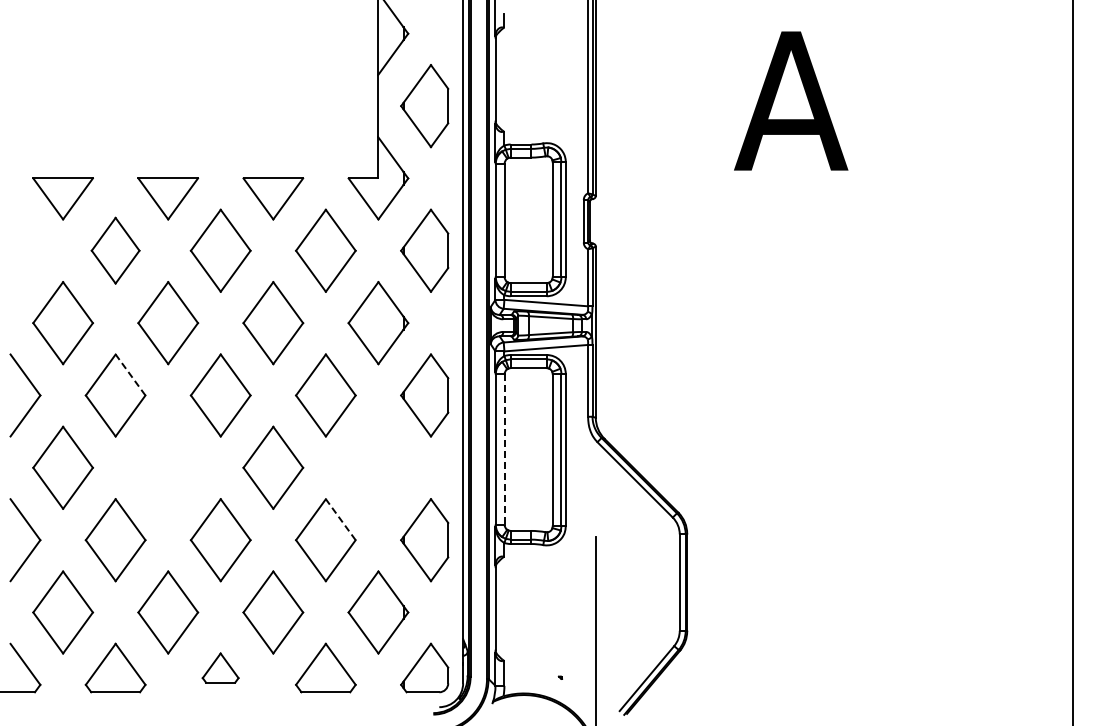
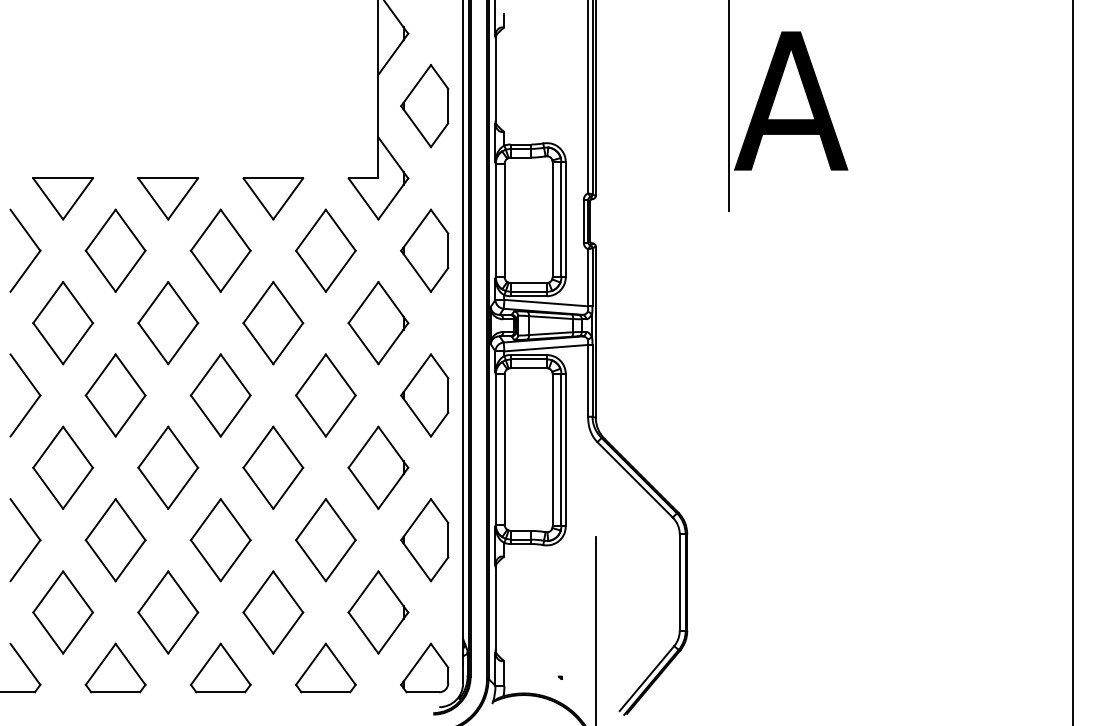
line at (729, 106): none -> present
part at (33, 243): none -> present
part at (115, 250) size: 51x69 px -> 63x85 px
line at (130, 374): dashed -> solid
line at (504, 450): dashed -> solid
part at (168, 467): none -> present
part at (378, 467): none -> present
line at (340, 519): dashed -> solid
part at (220, 667) size: 39x32 px -> 63x52 px
